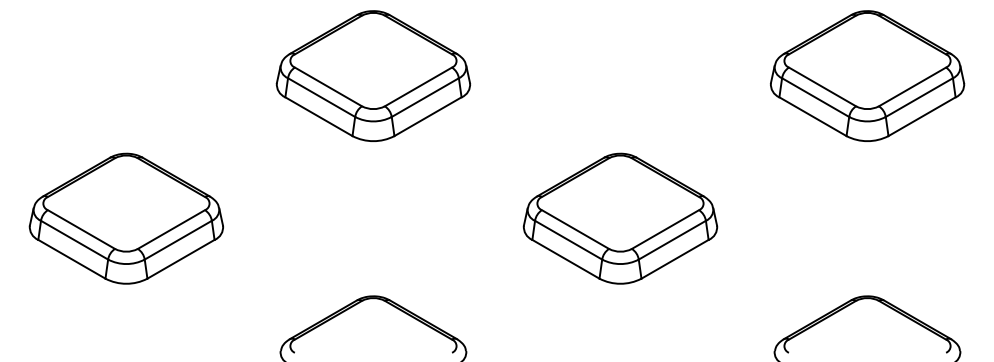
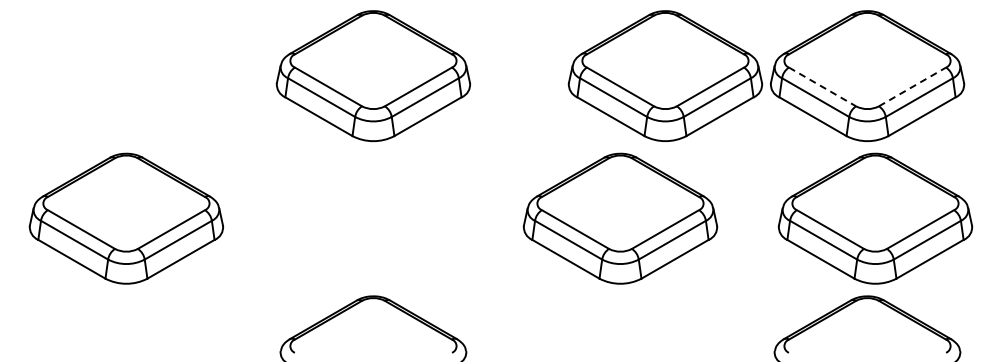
part at (665, 75): none -> present
line at (822, 86): solid -> dashed
line at (912, 86): solid -> dashed
part at (875, 218): none -> present
